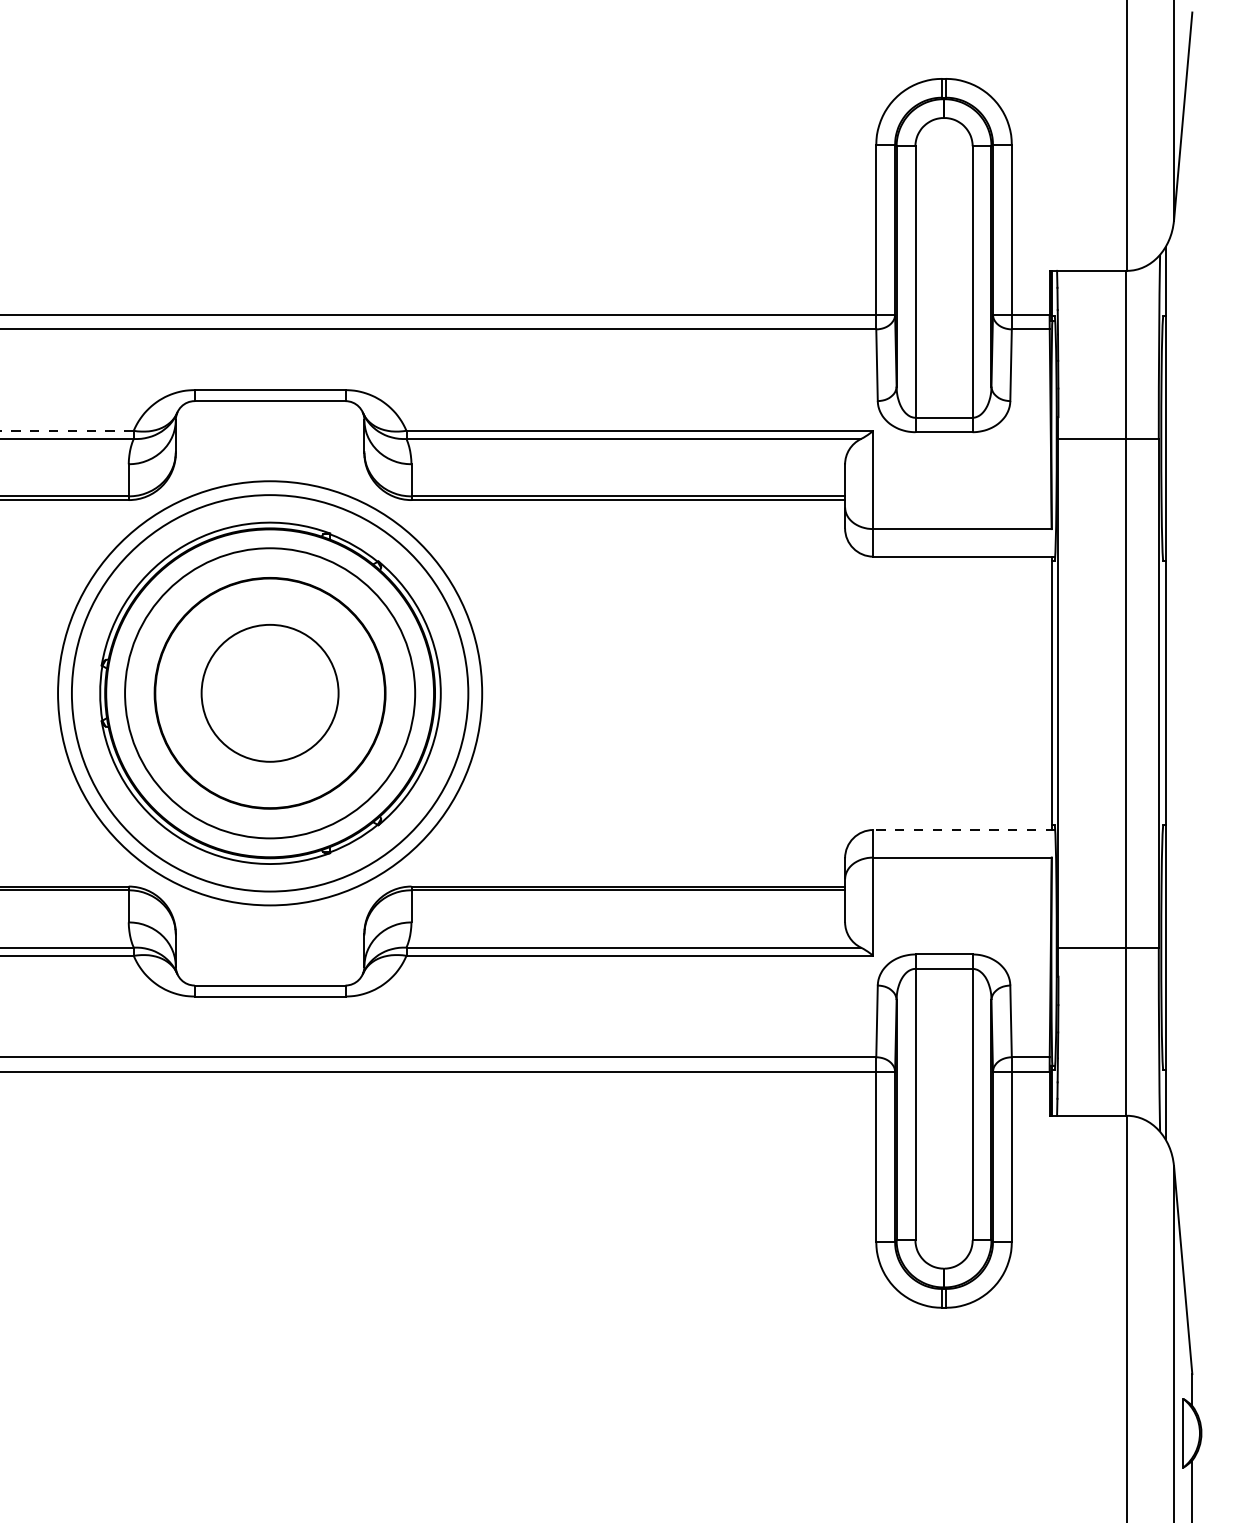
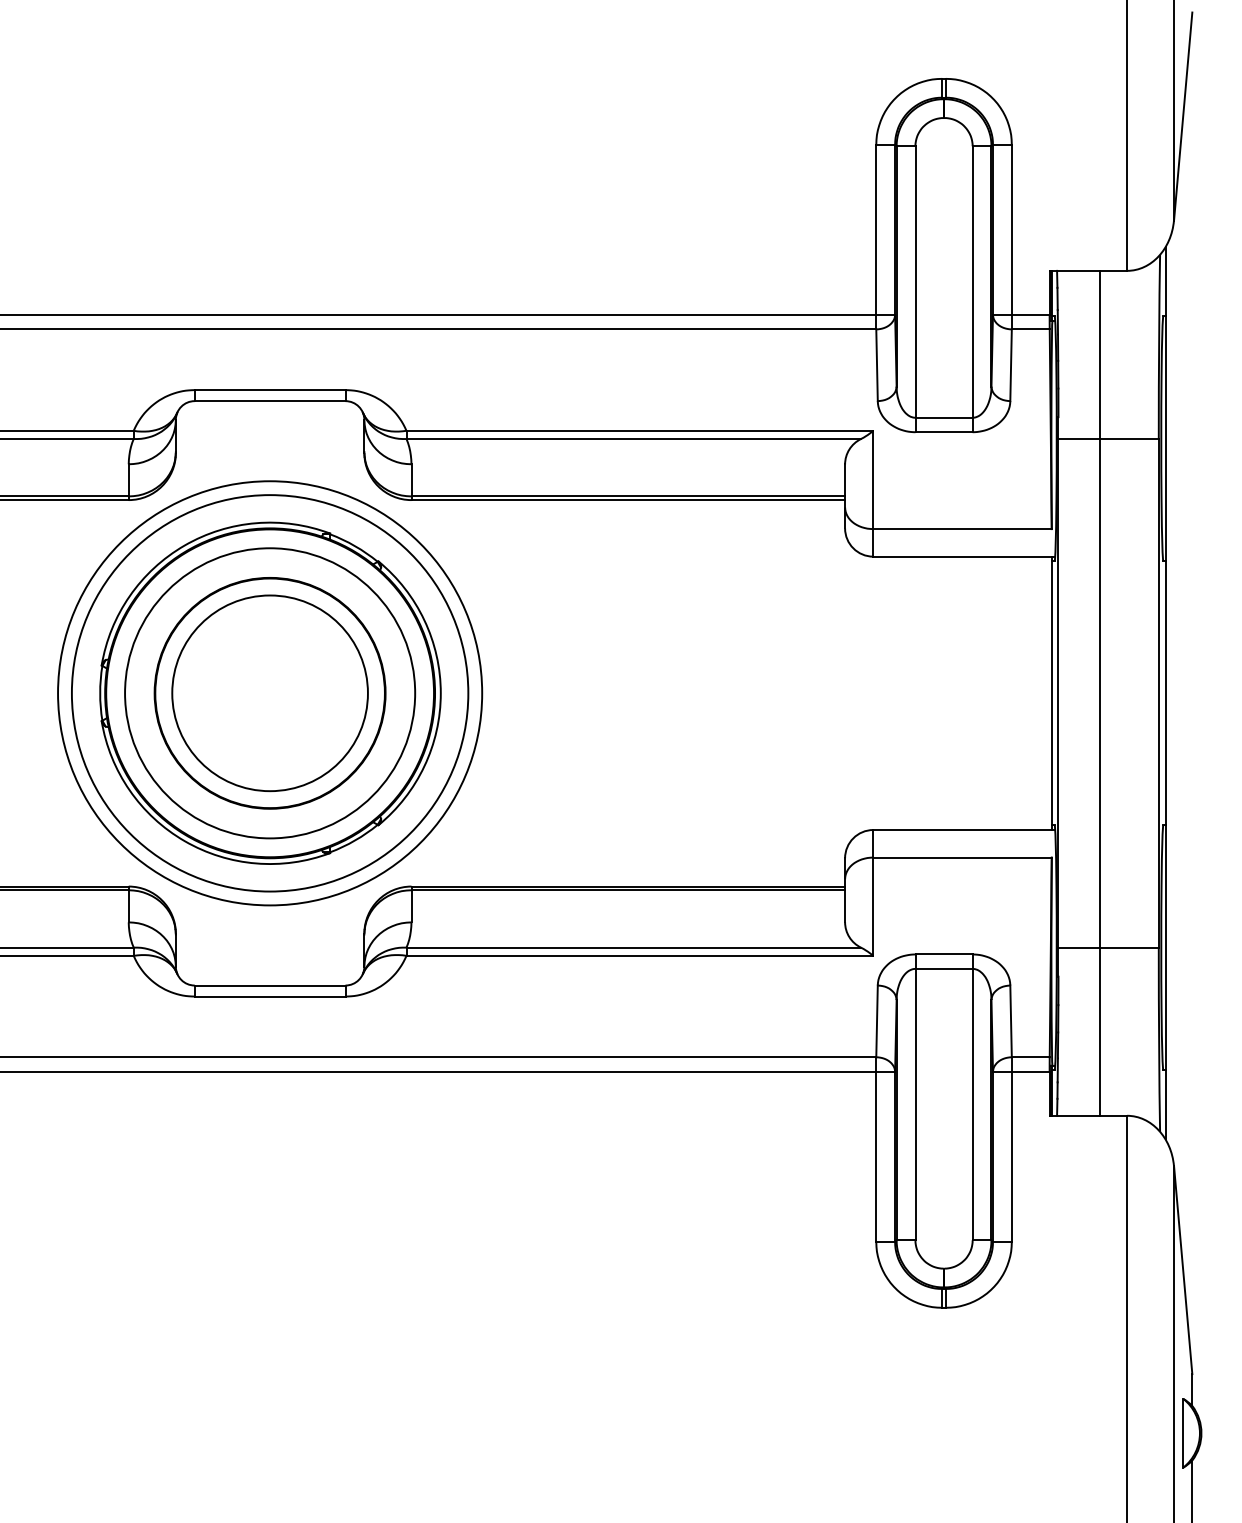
line at (66, 430): dashed -> solid
circle at (269, 692) diameter: 137 px -> 196 px
line at (1125, 692) position: (1125, 692) -> (1099, 692)
line at (964, 830): dashed -> solid
